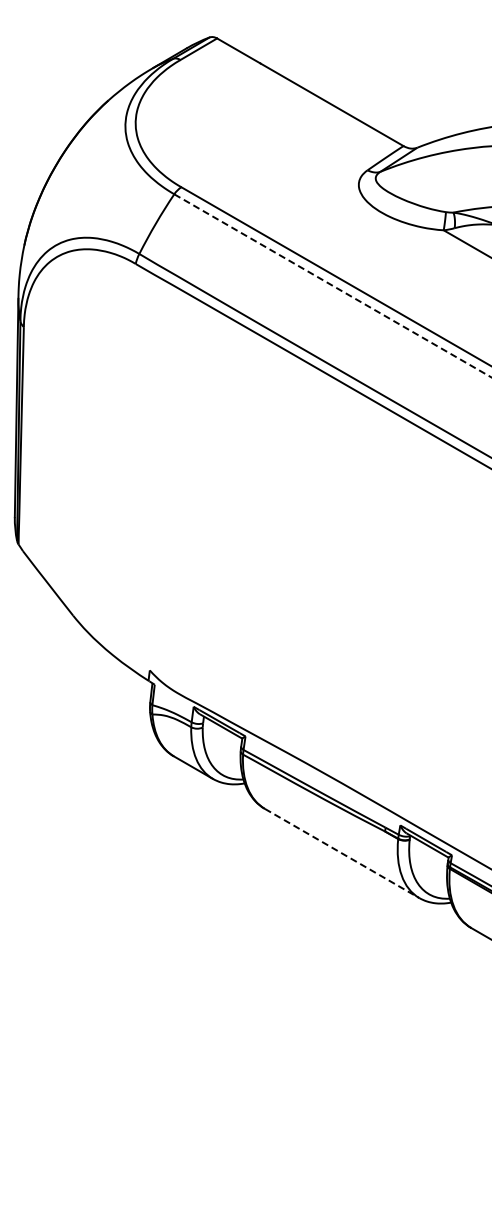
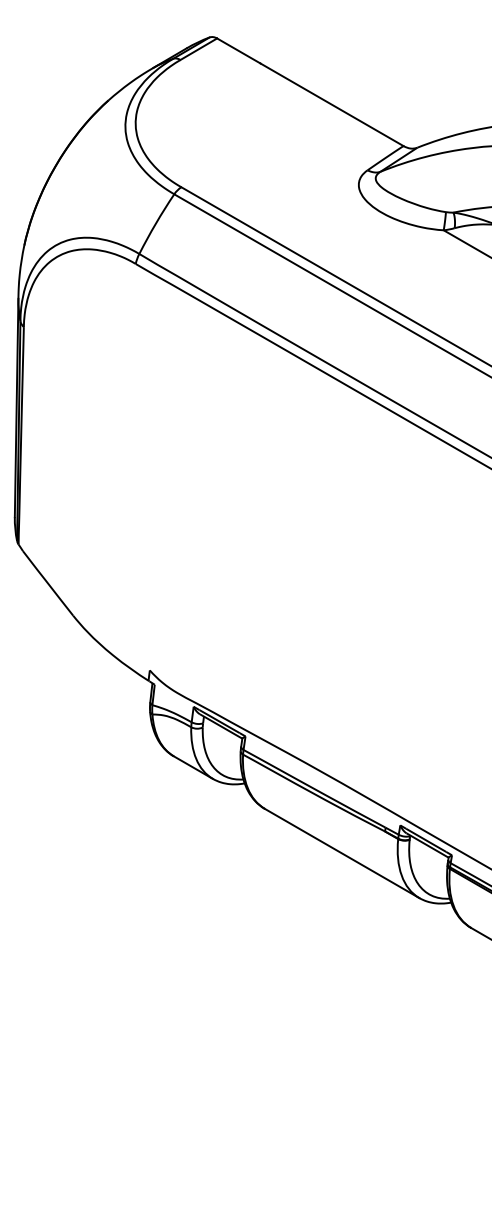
line at (332, 285): dashed -> solid
line at (342, 853): dashed -> solid
